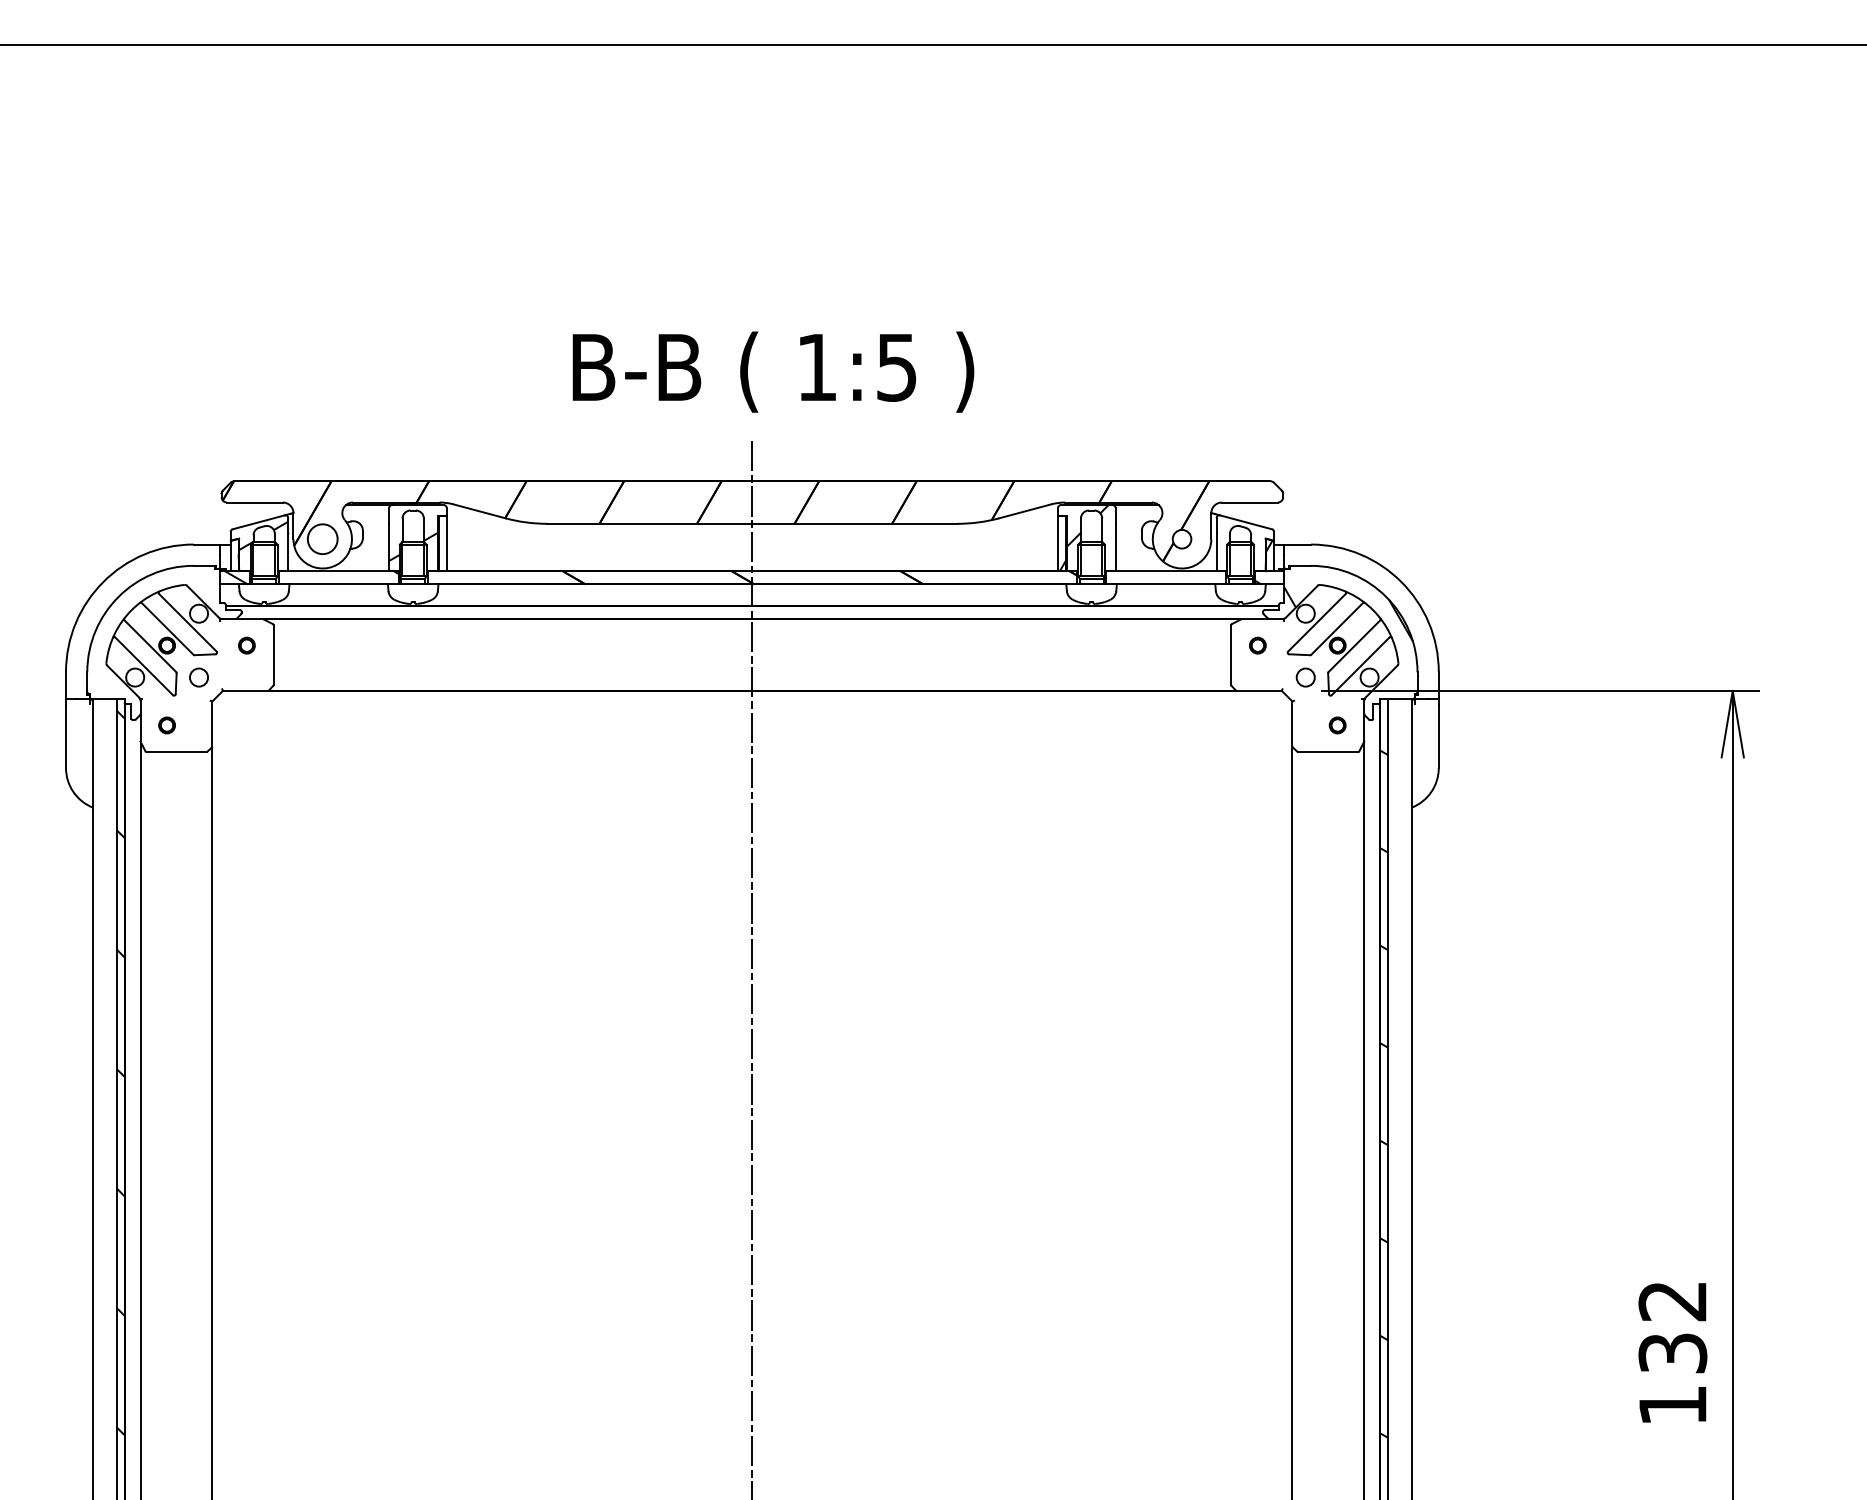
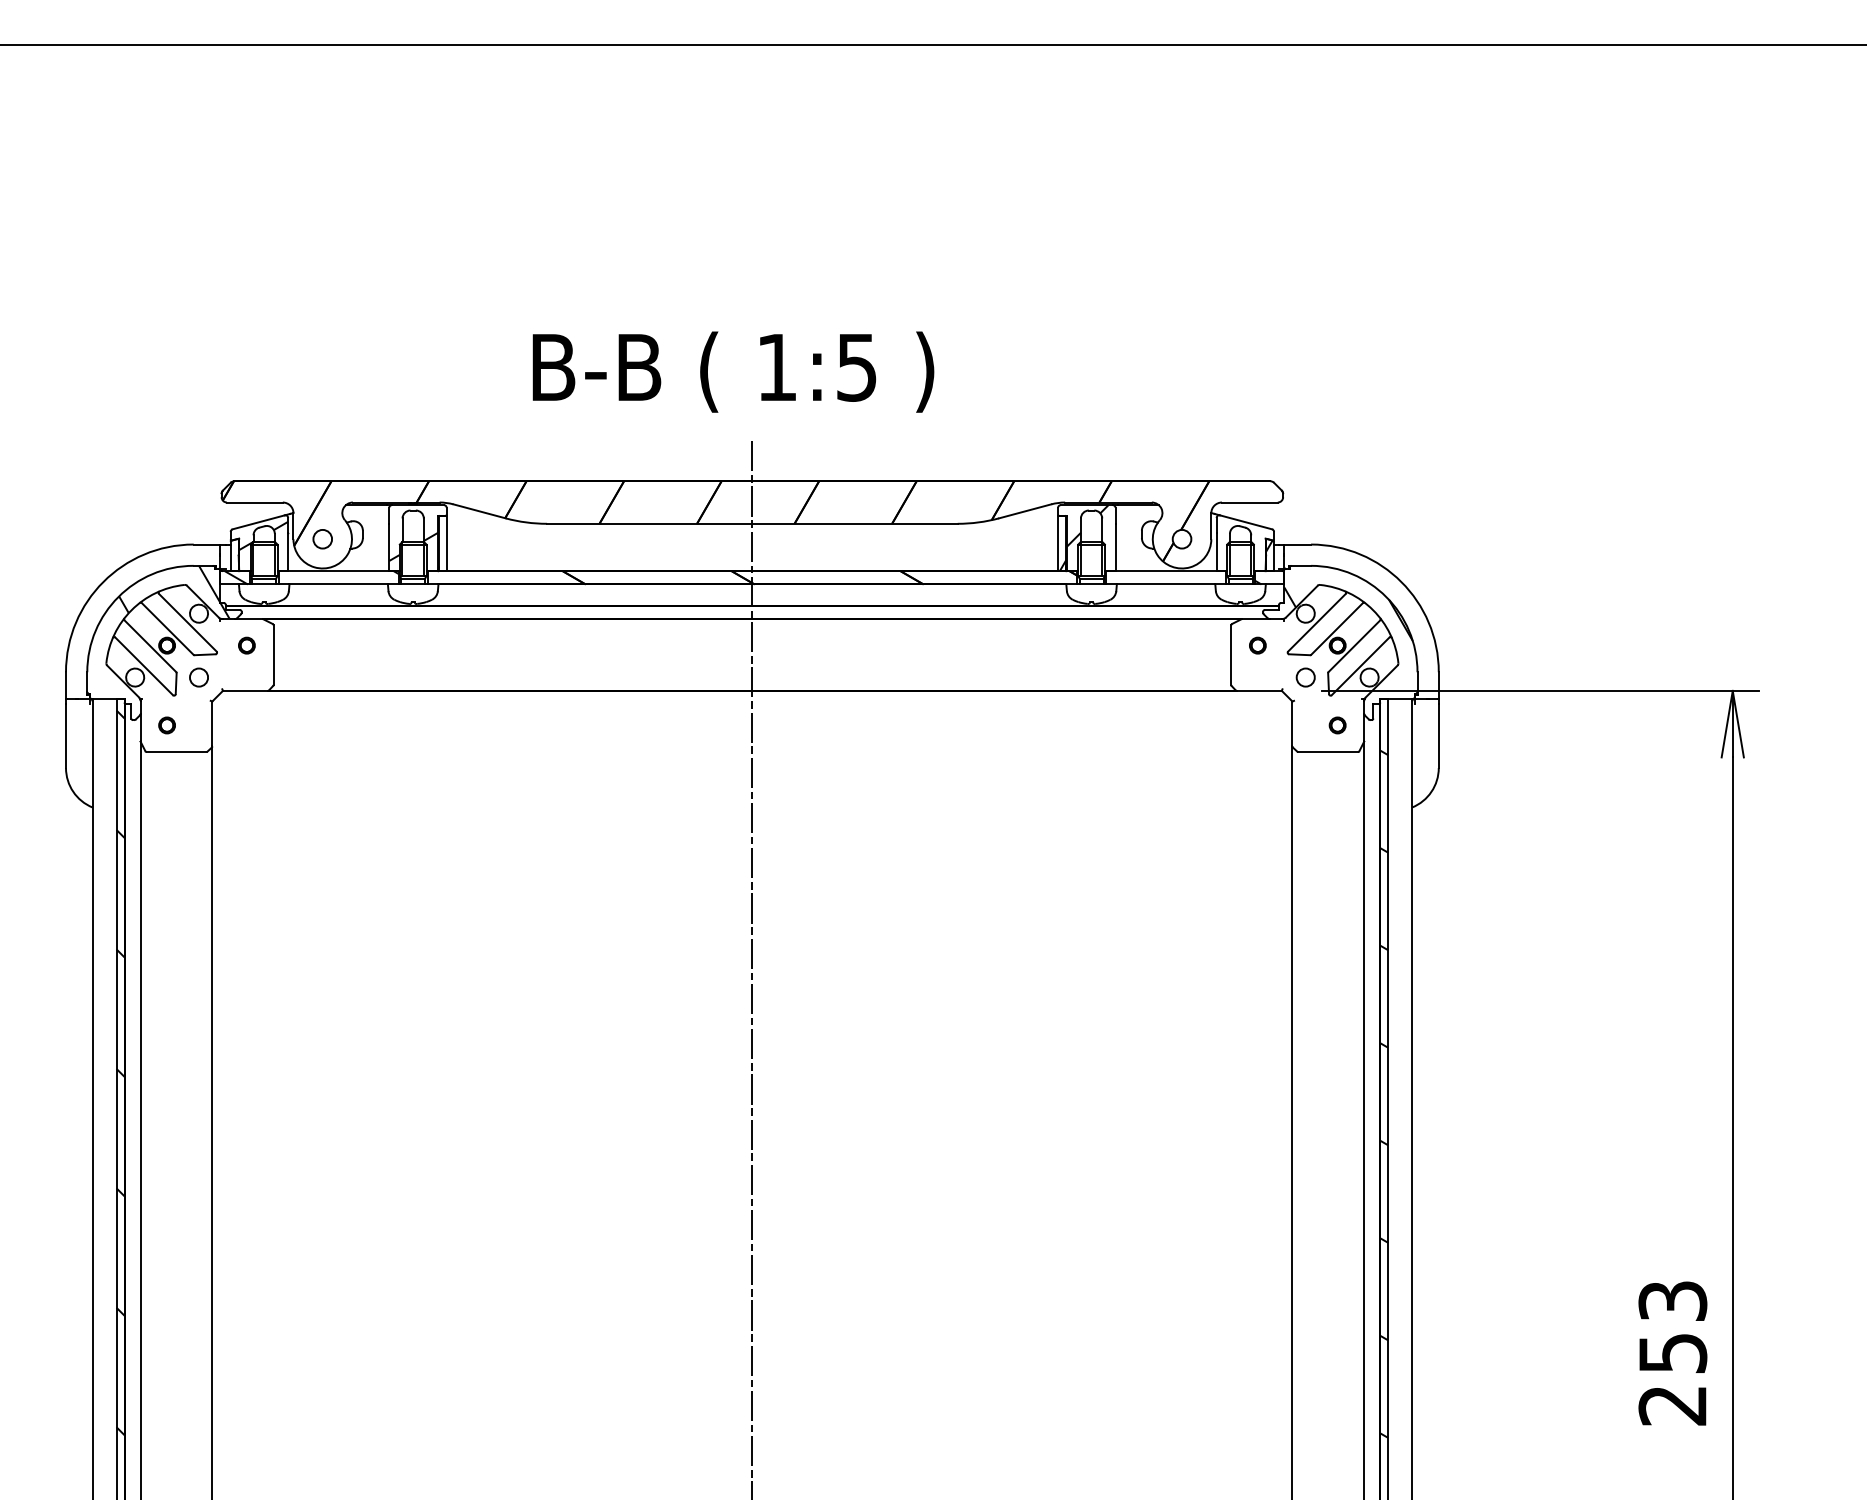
text at (773, 371) position: (773, 371) -> (733, 371)
circle at (322, 539) diameter: 30 px -> 19 px
hatch at (174, 592): none -> present
text at (1672, 1353): 132 -> 253
